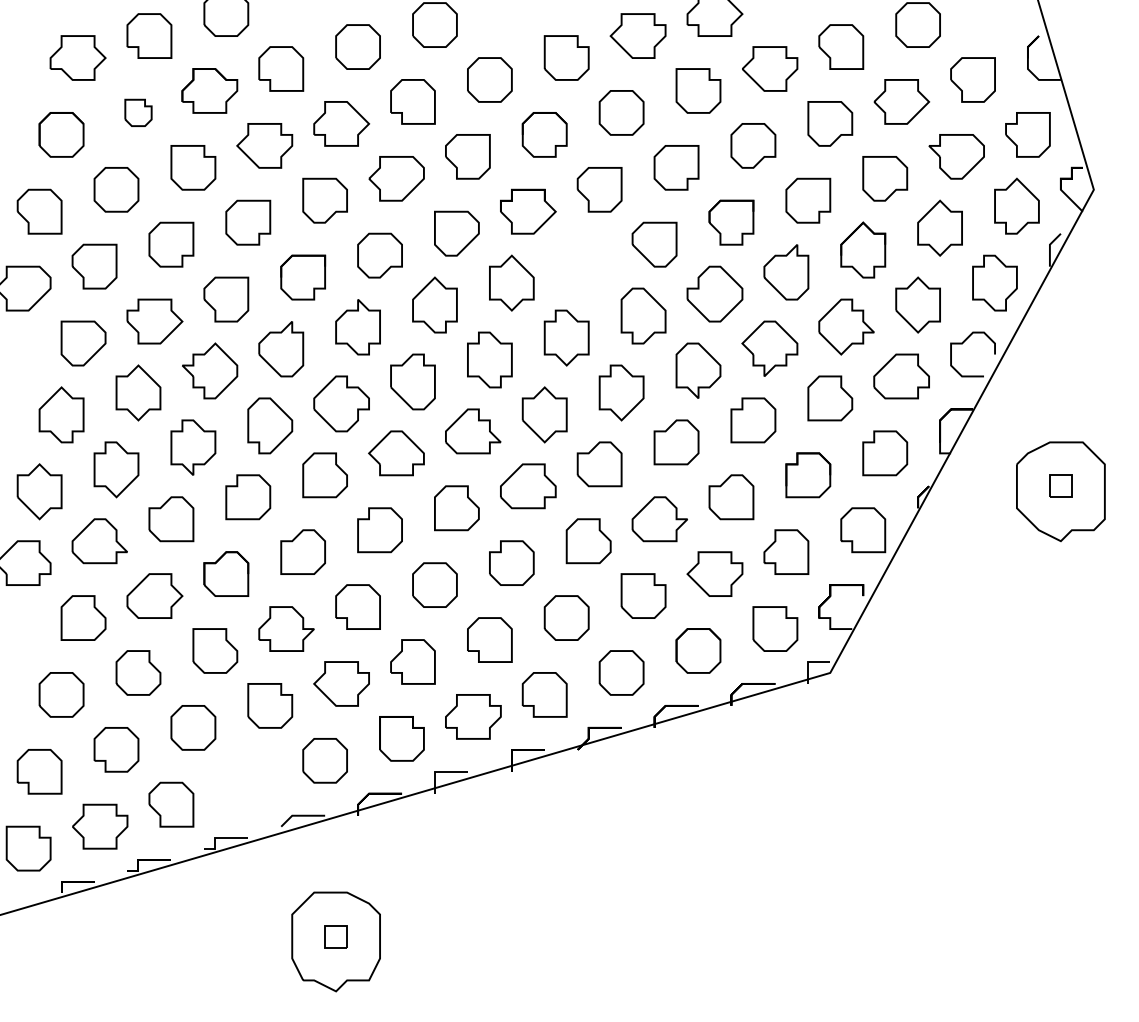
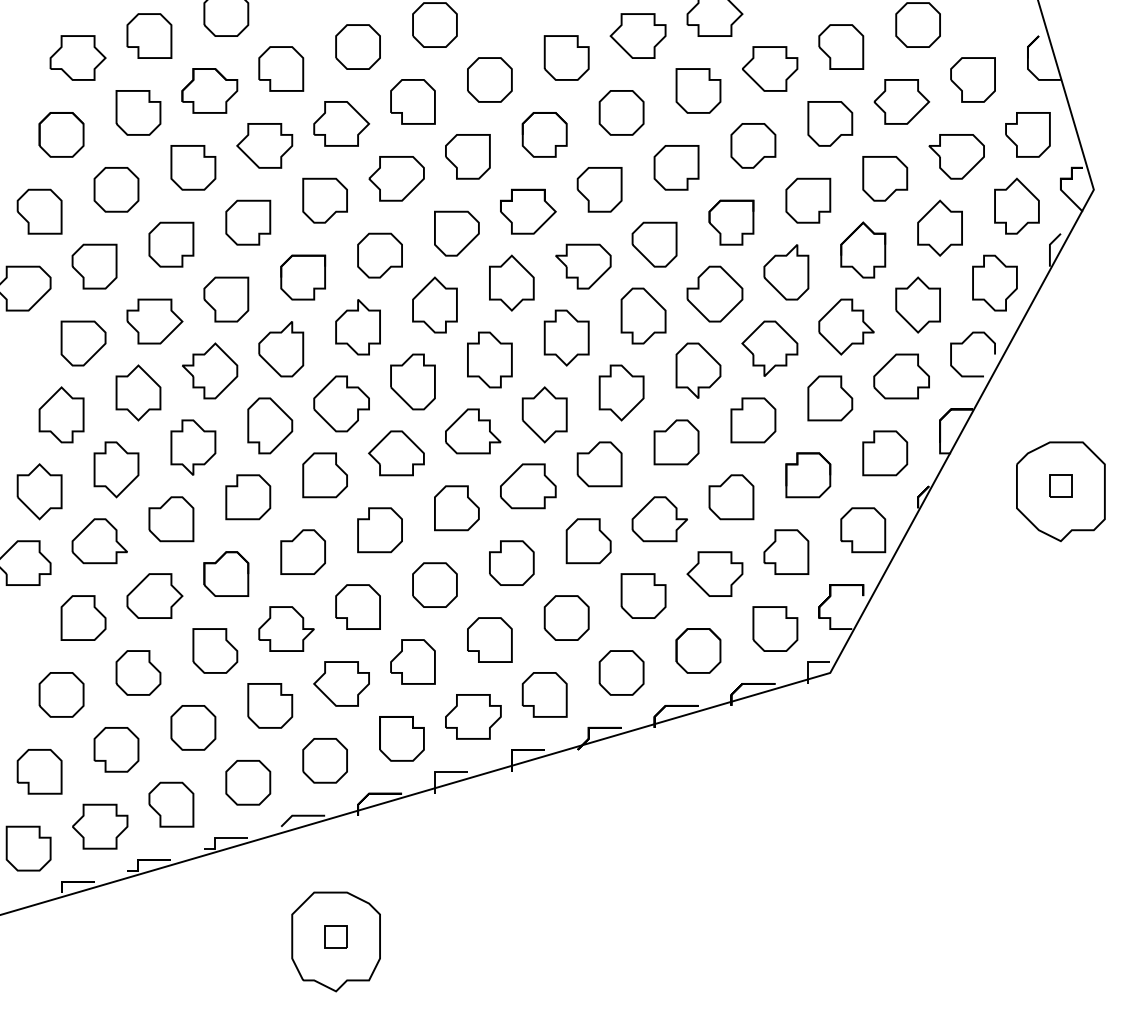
part at (138, 112) size: 29x29 px -> 47x46 px
part at (583, 266): none -> present
part at (248, 782): none -> present
